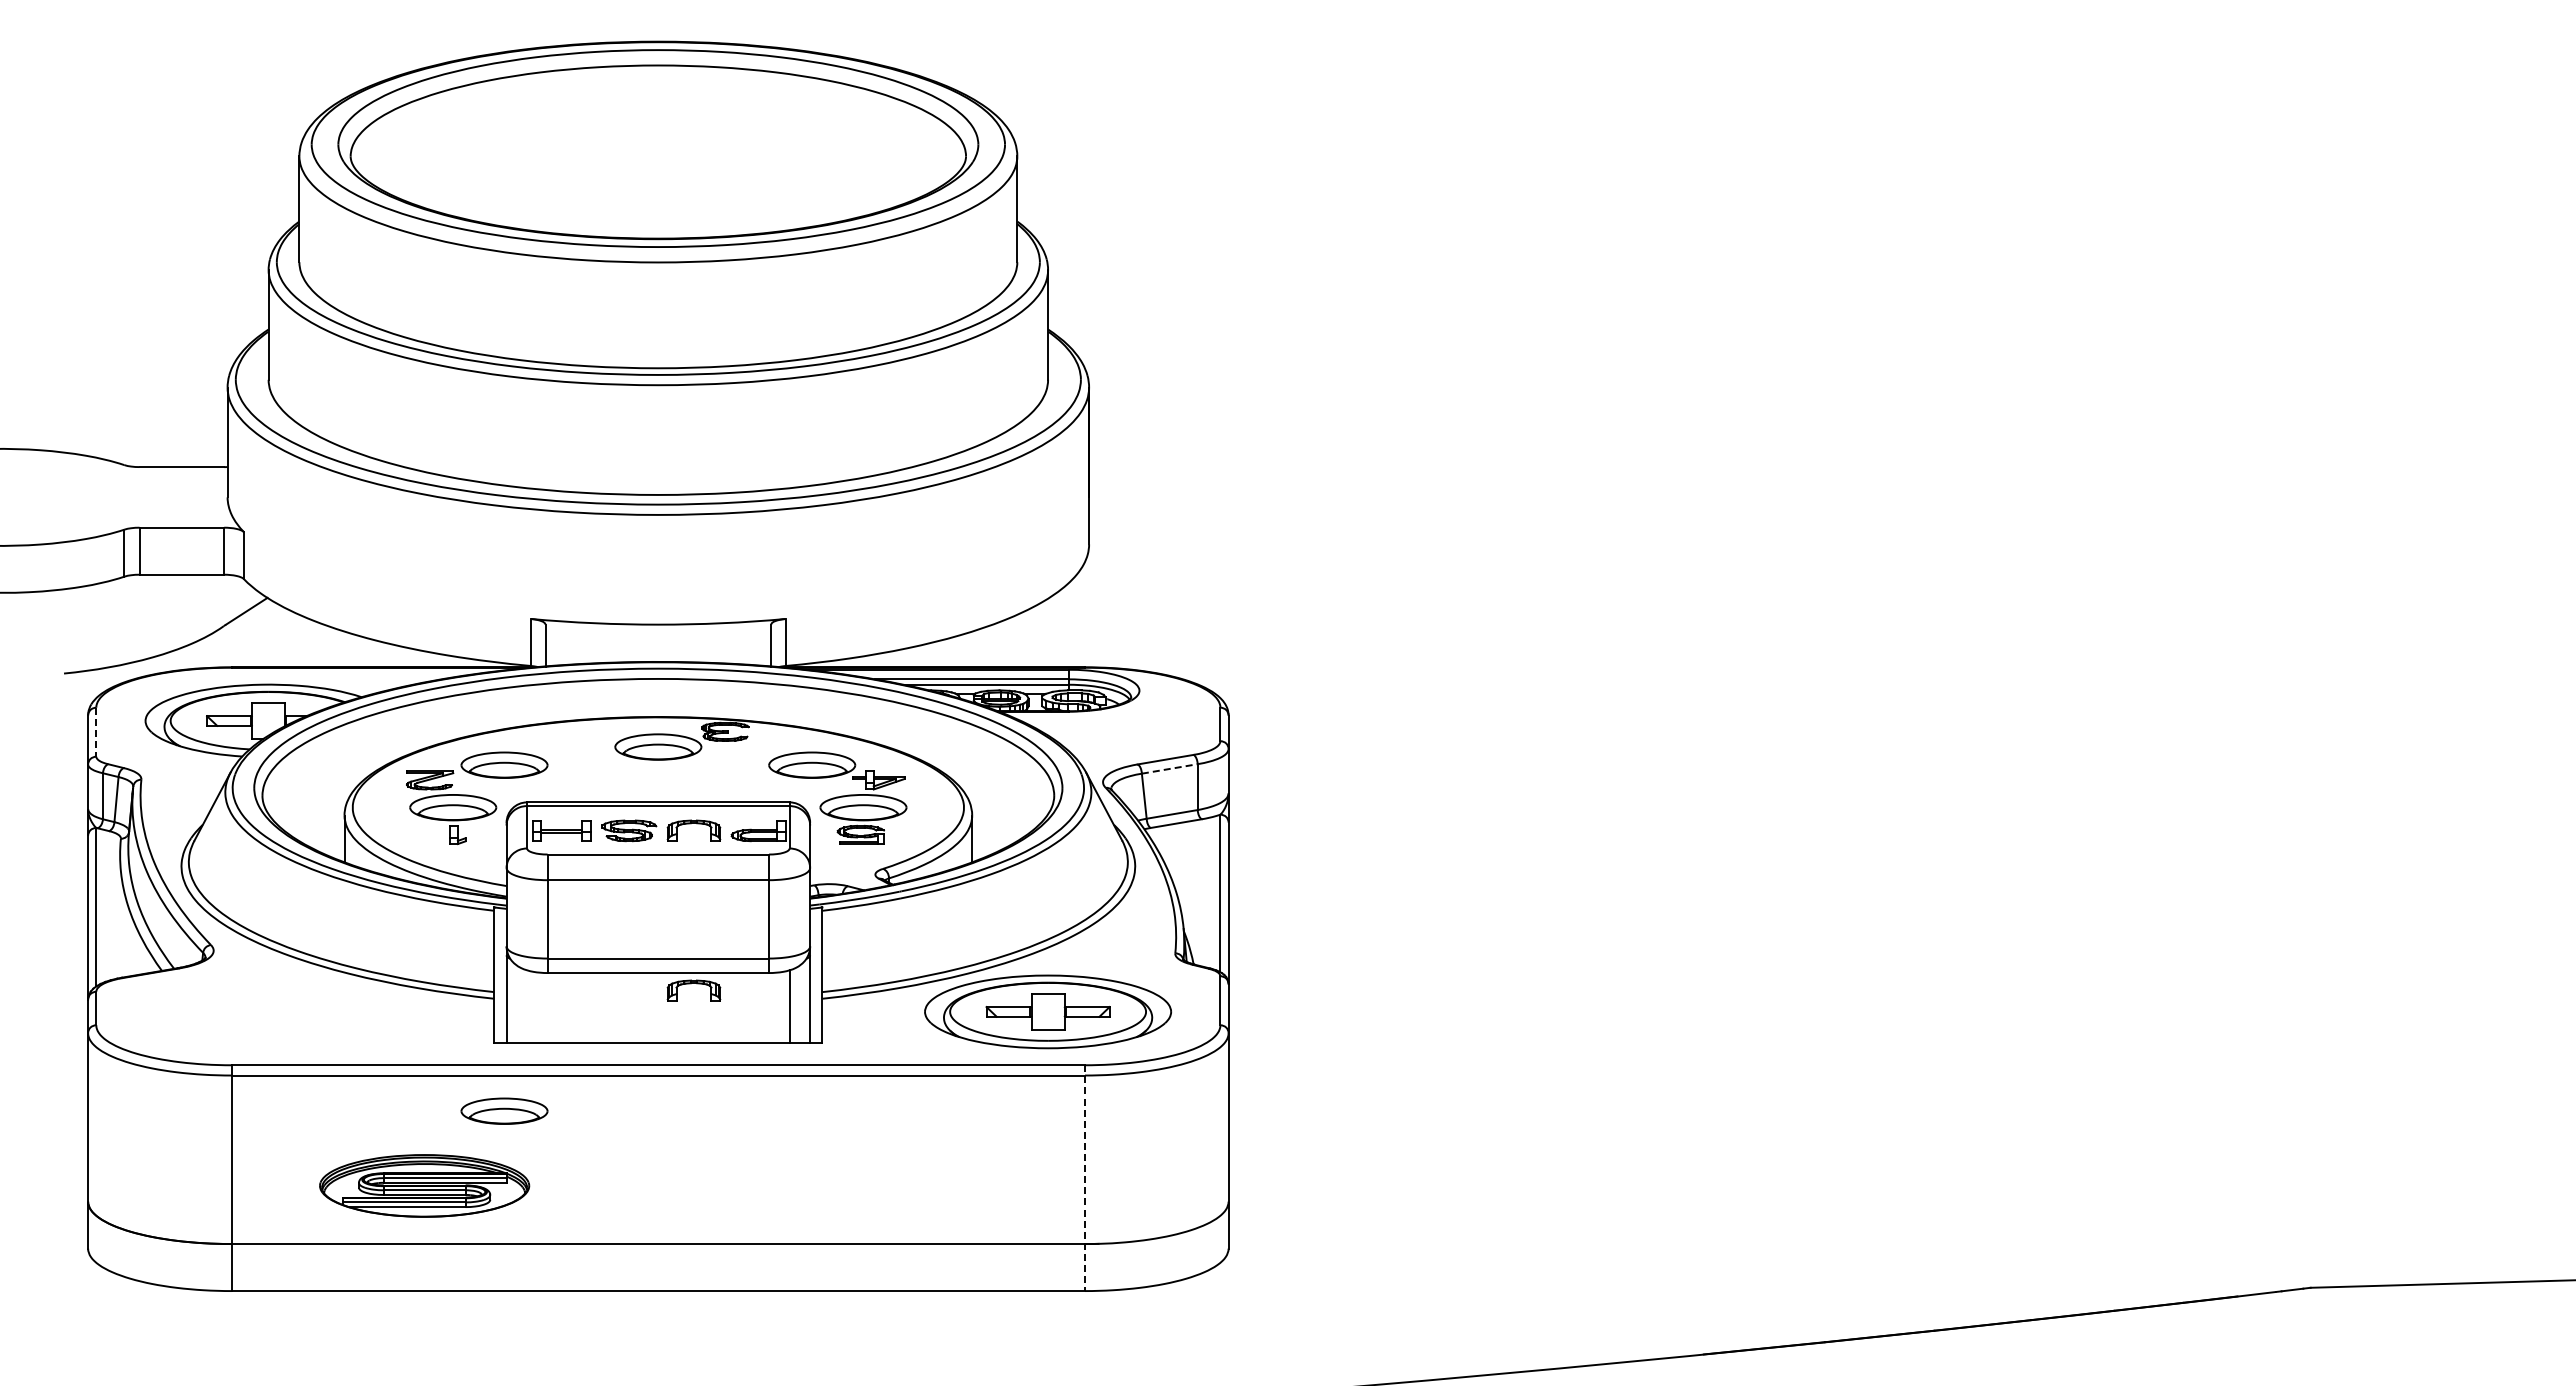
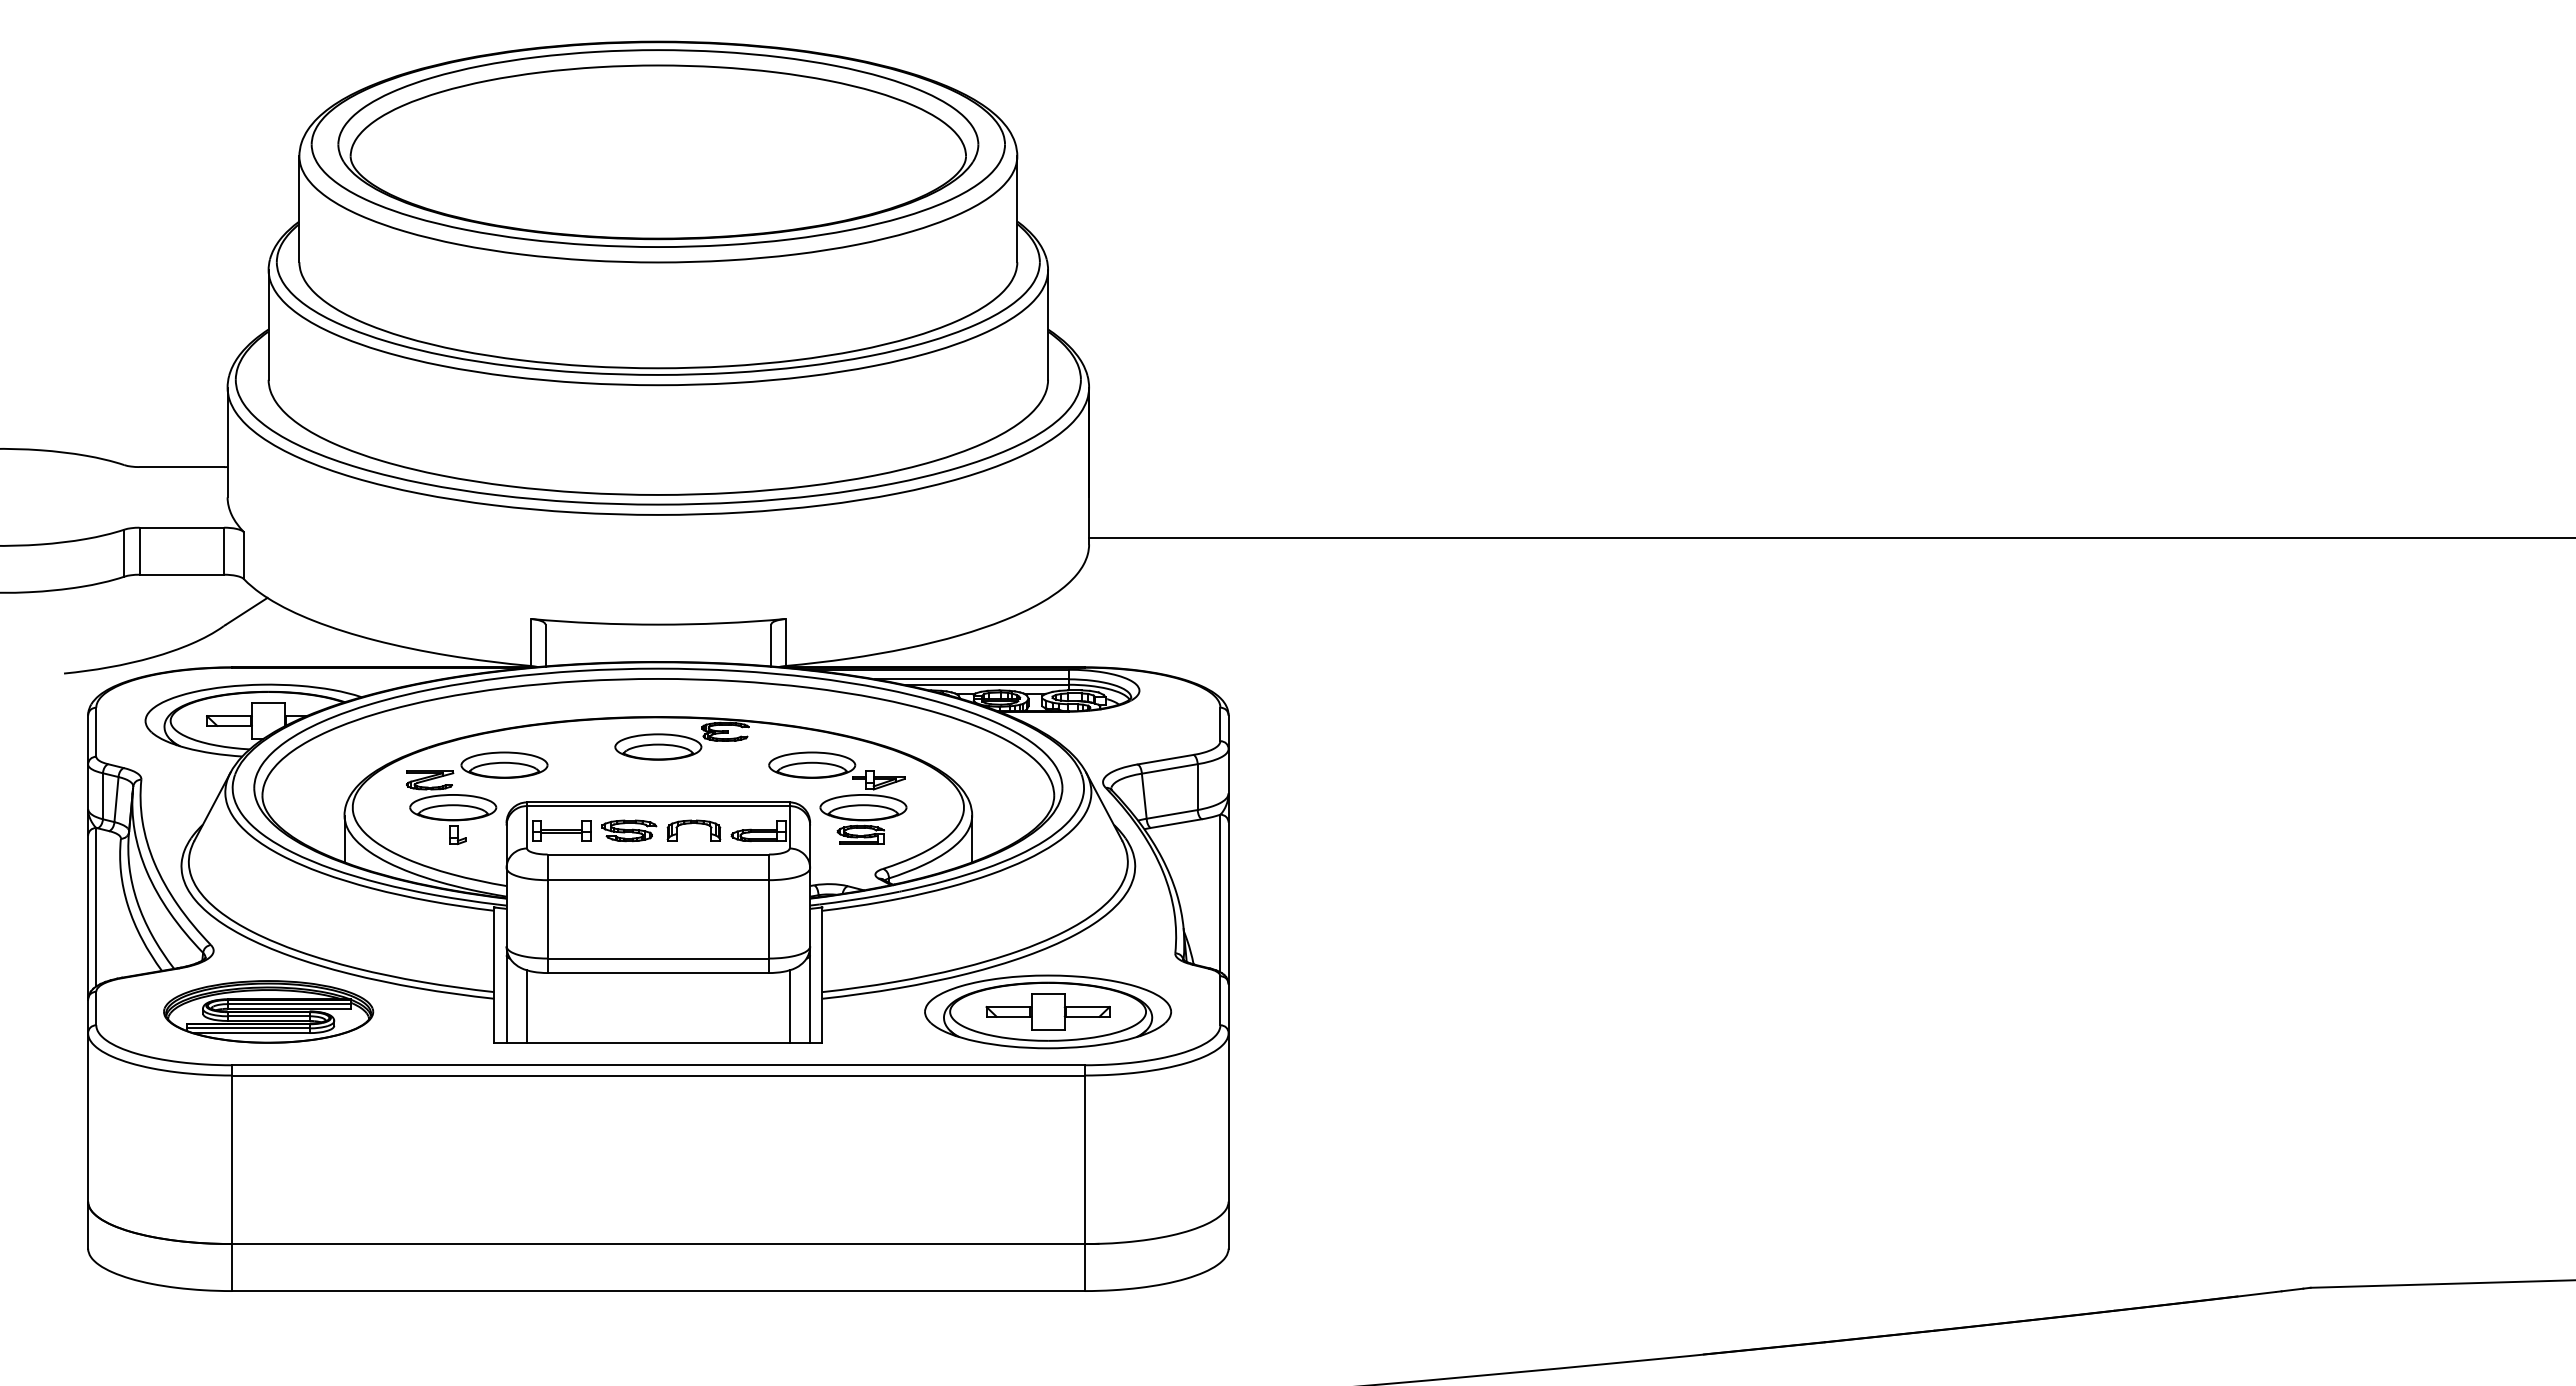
line at (1830, 538): none -> present
line at (96, 732): dashed -> solid
line at (1170, 768): dashed -> solid
part at (691, 984): present -> none
line at (527, 1006): none -> present
part at (504, 1110): present -> none
line at (1085, 1178): dashed -> solid
part at (424, 1185) position: (424, 1185) -> (268, 1011)
